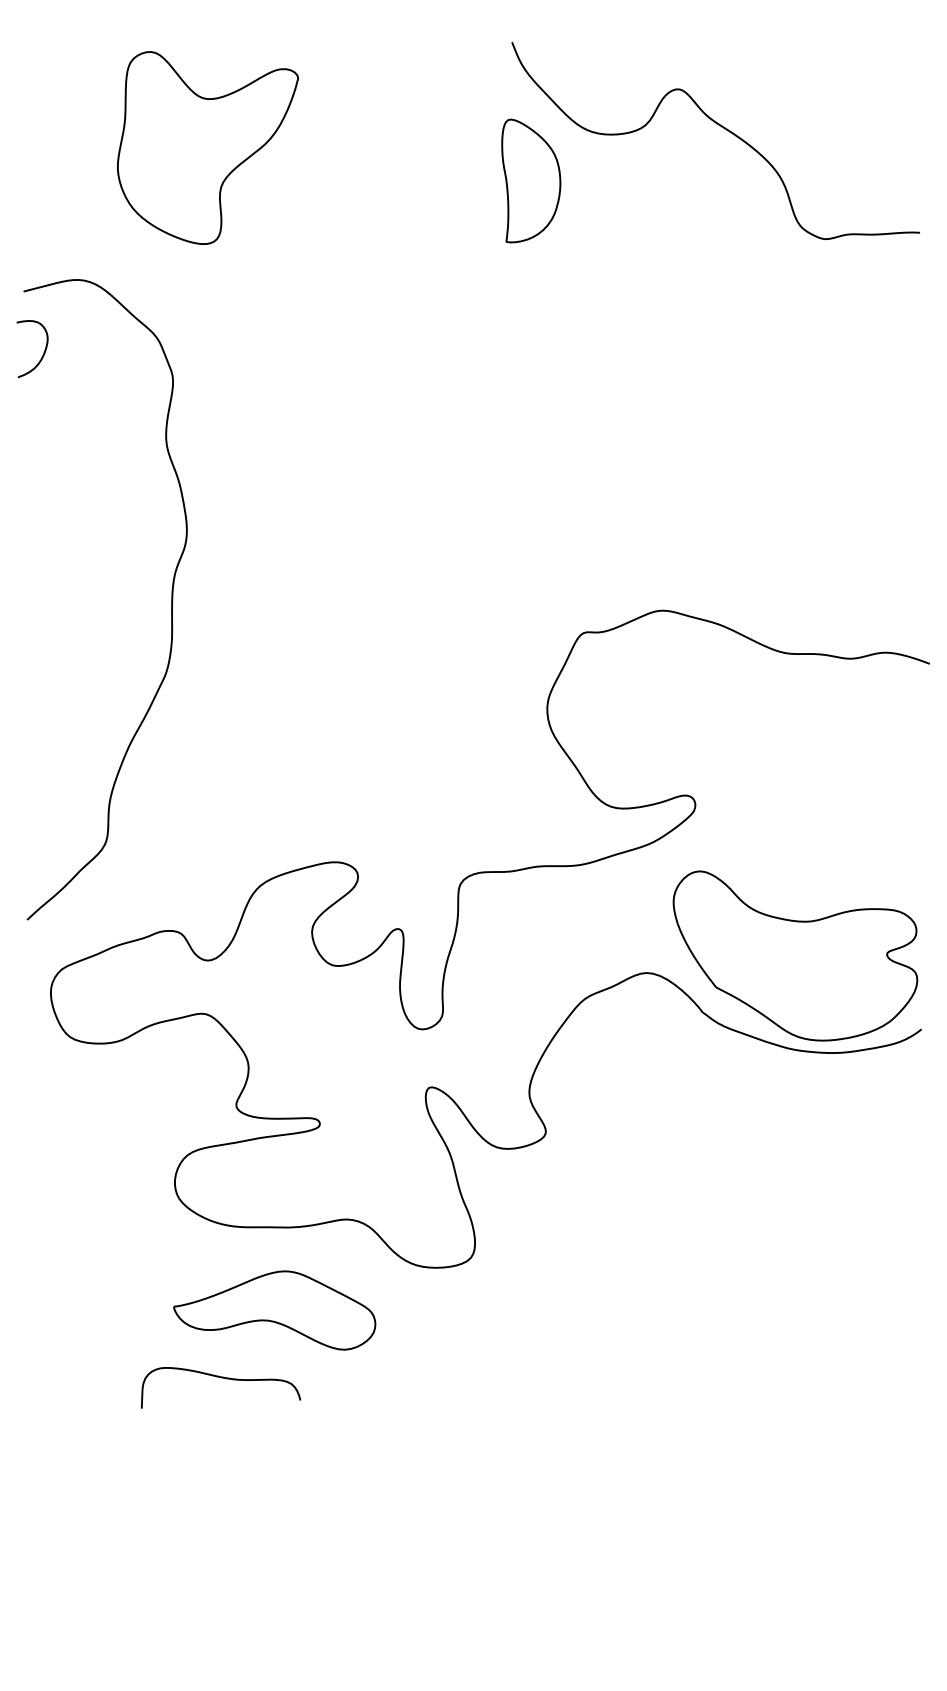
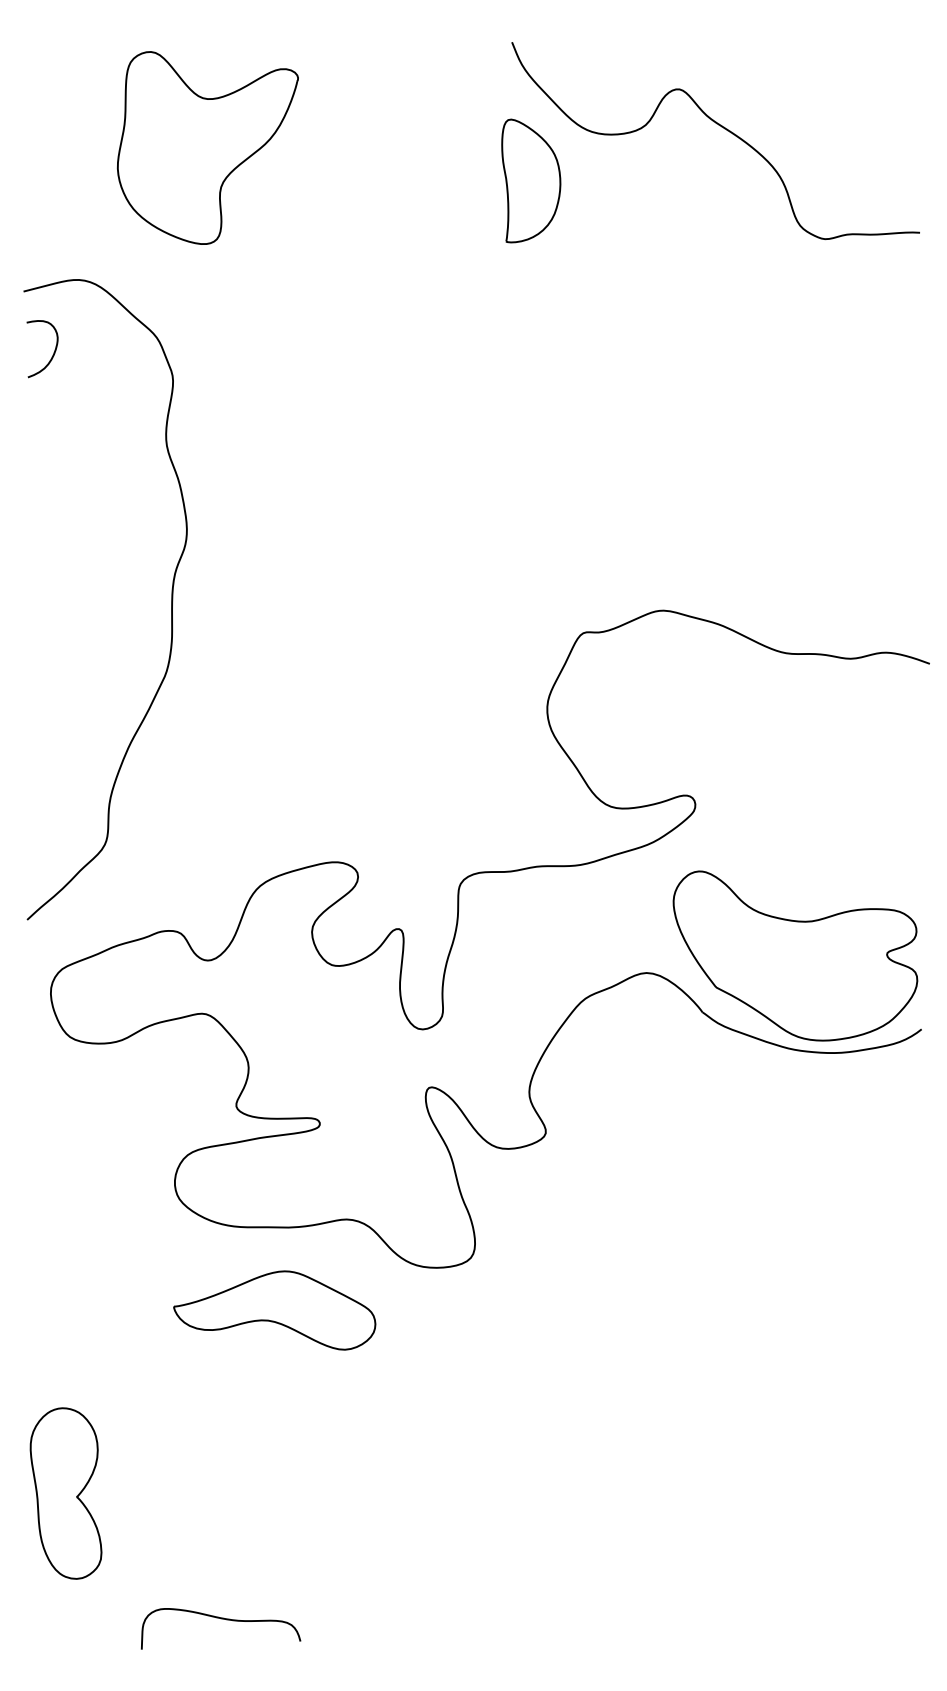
curve at (43, 352) position: (43, 352) -> (53, 352)
curve at (221, 1378) position: (221, 1378) -> (221, 1619)
part at (65, 1493): none -> present
